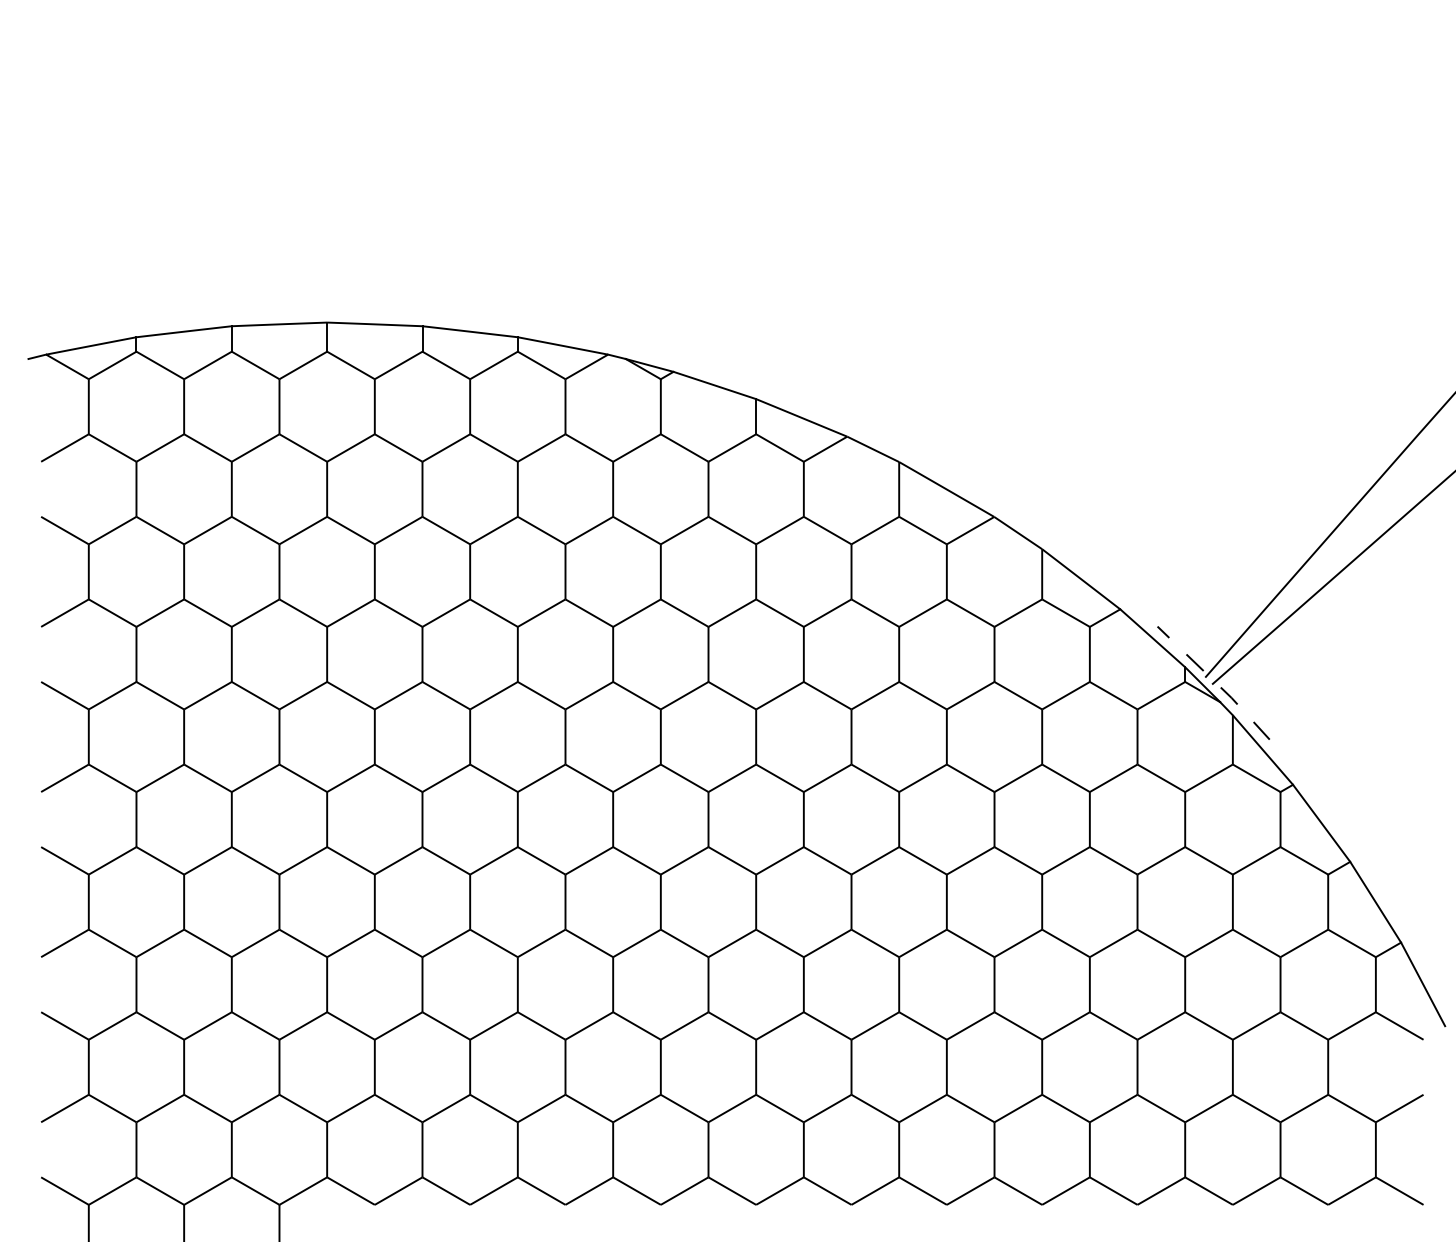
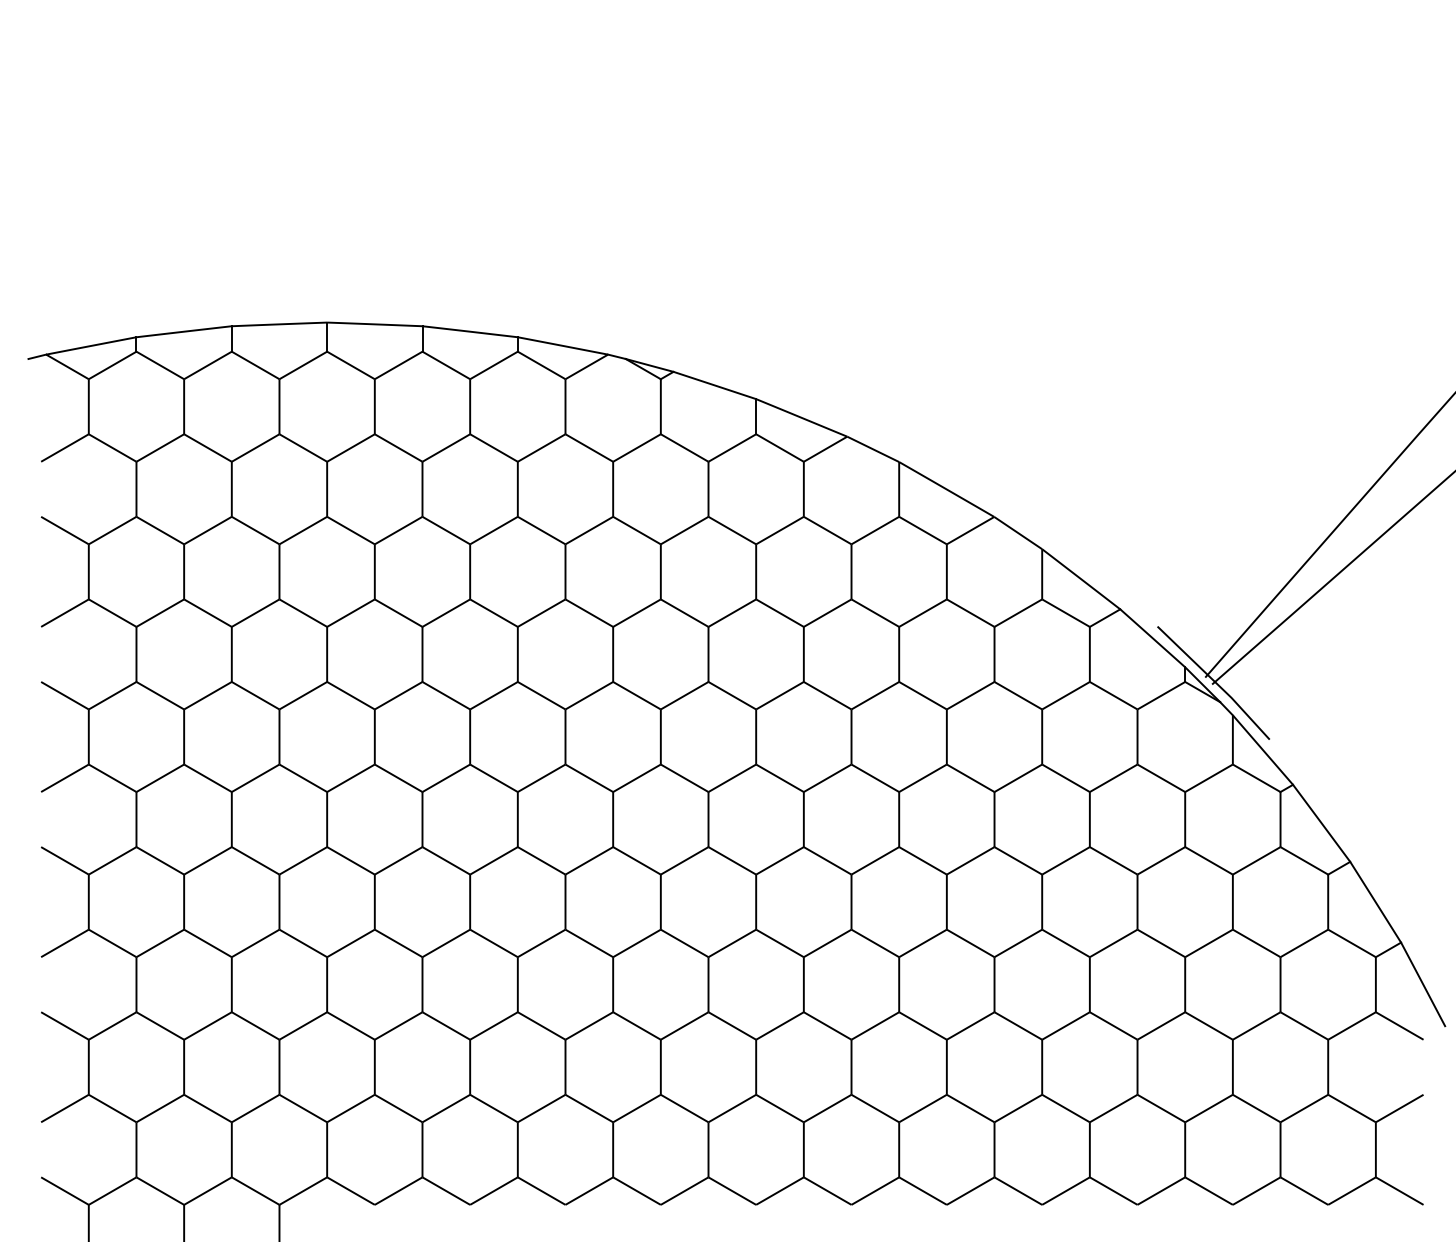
line at (1215, 681): dashed -> solid
